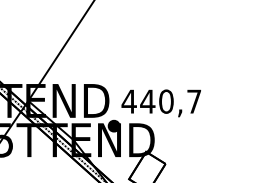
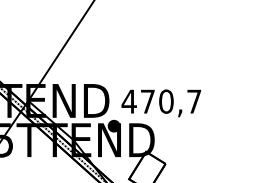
text at (147, 101): 440,7 -> 470,7
